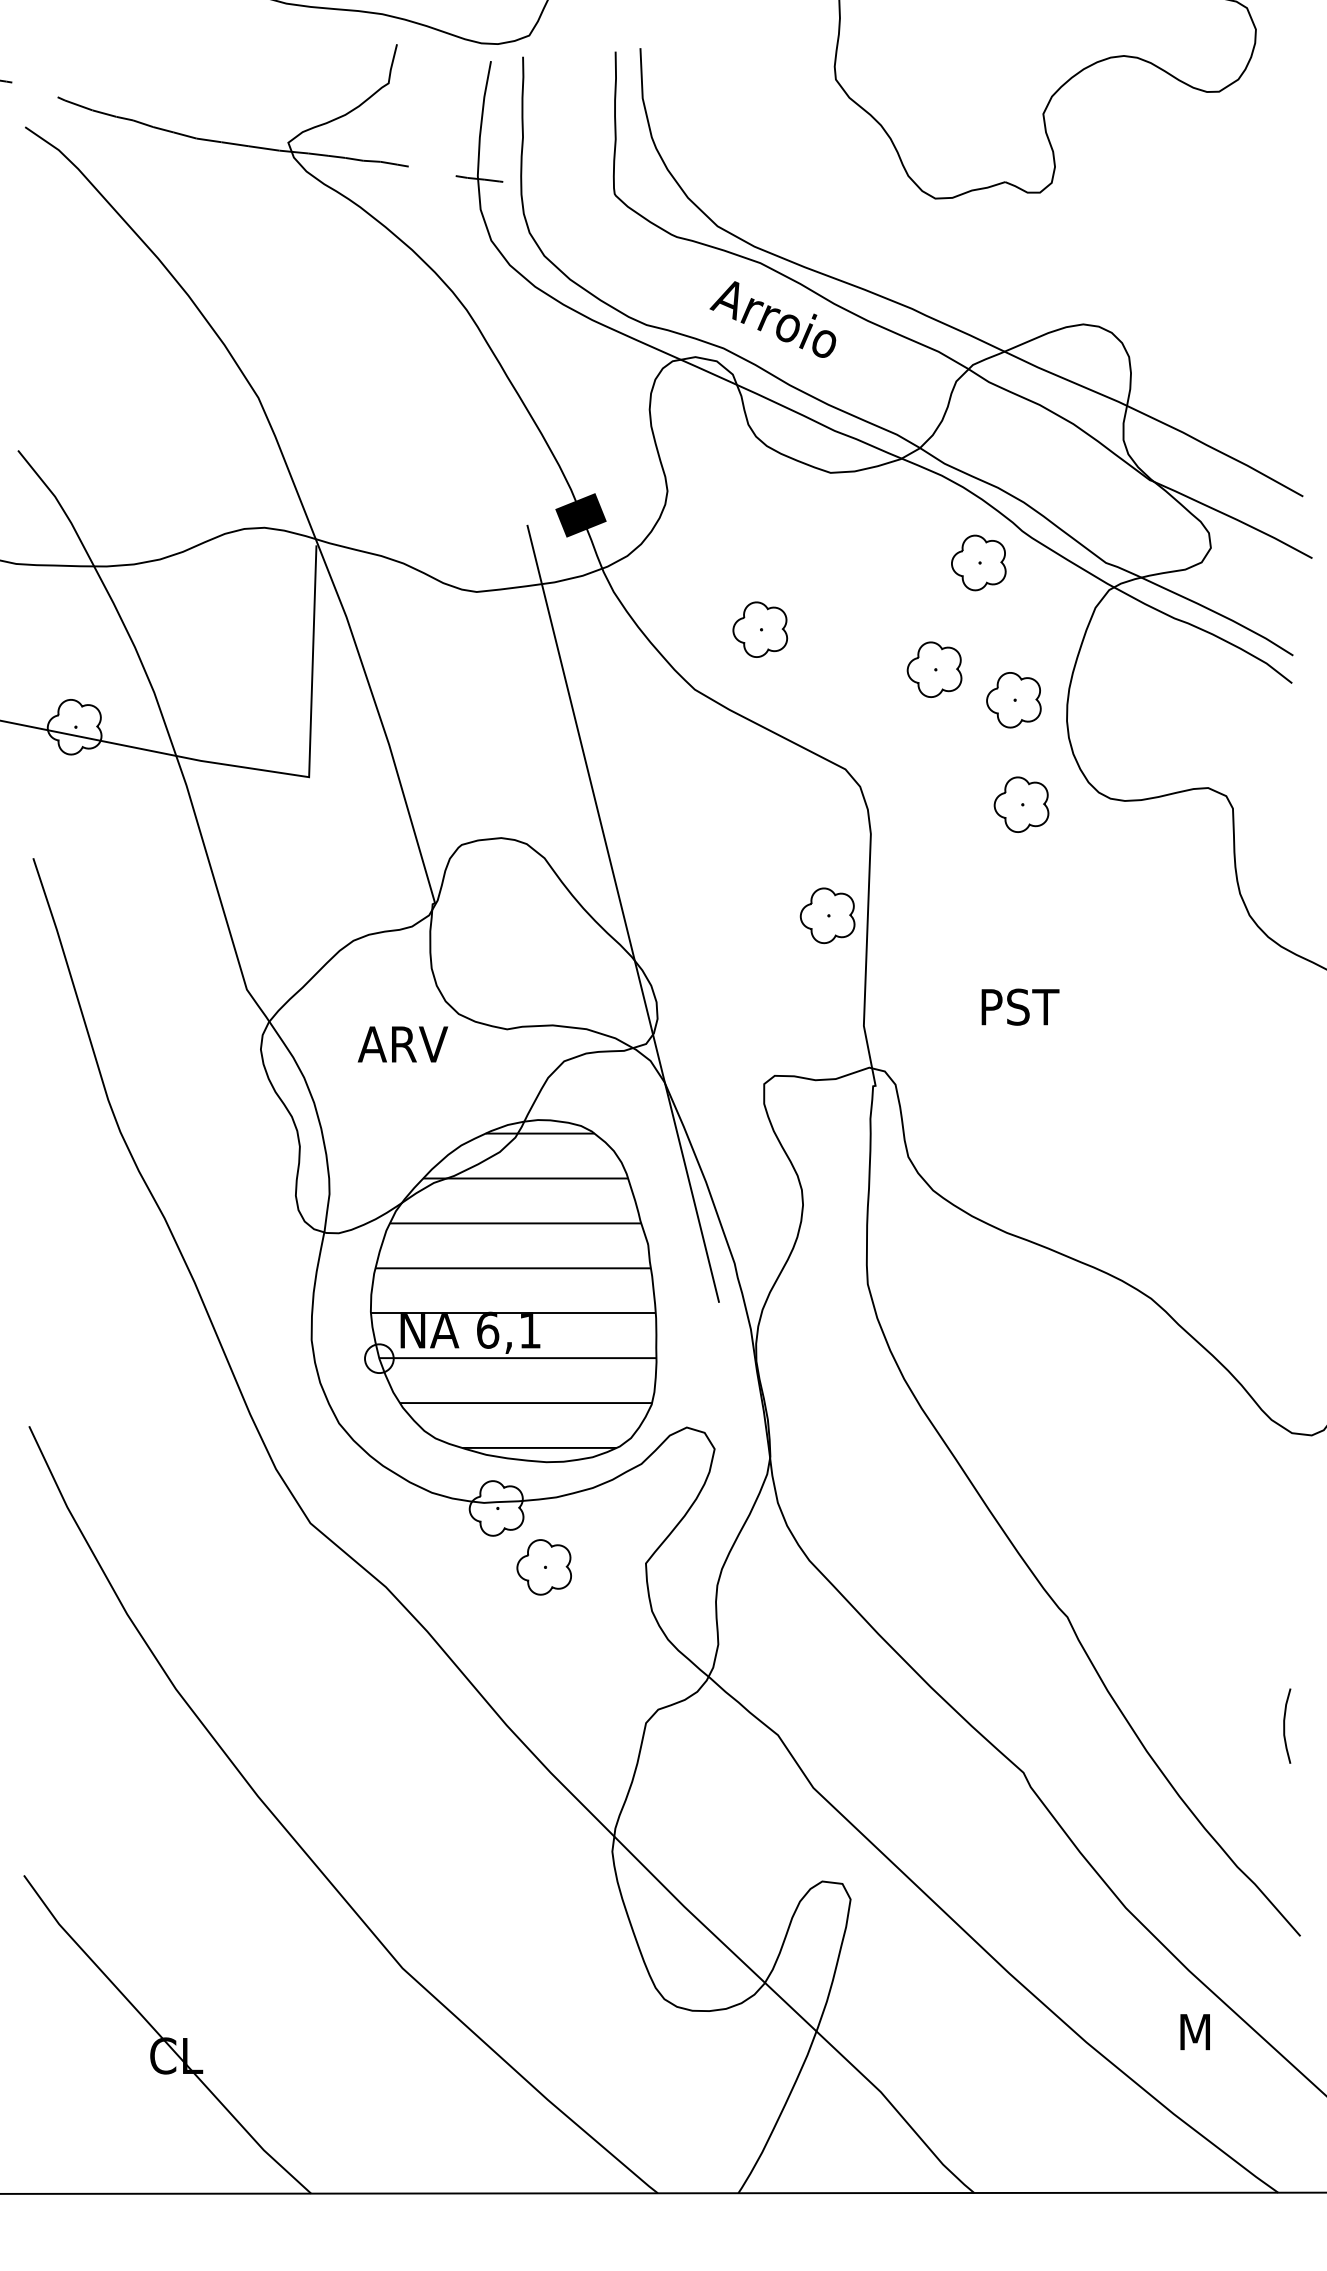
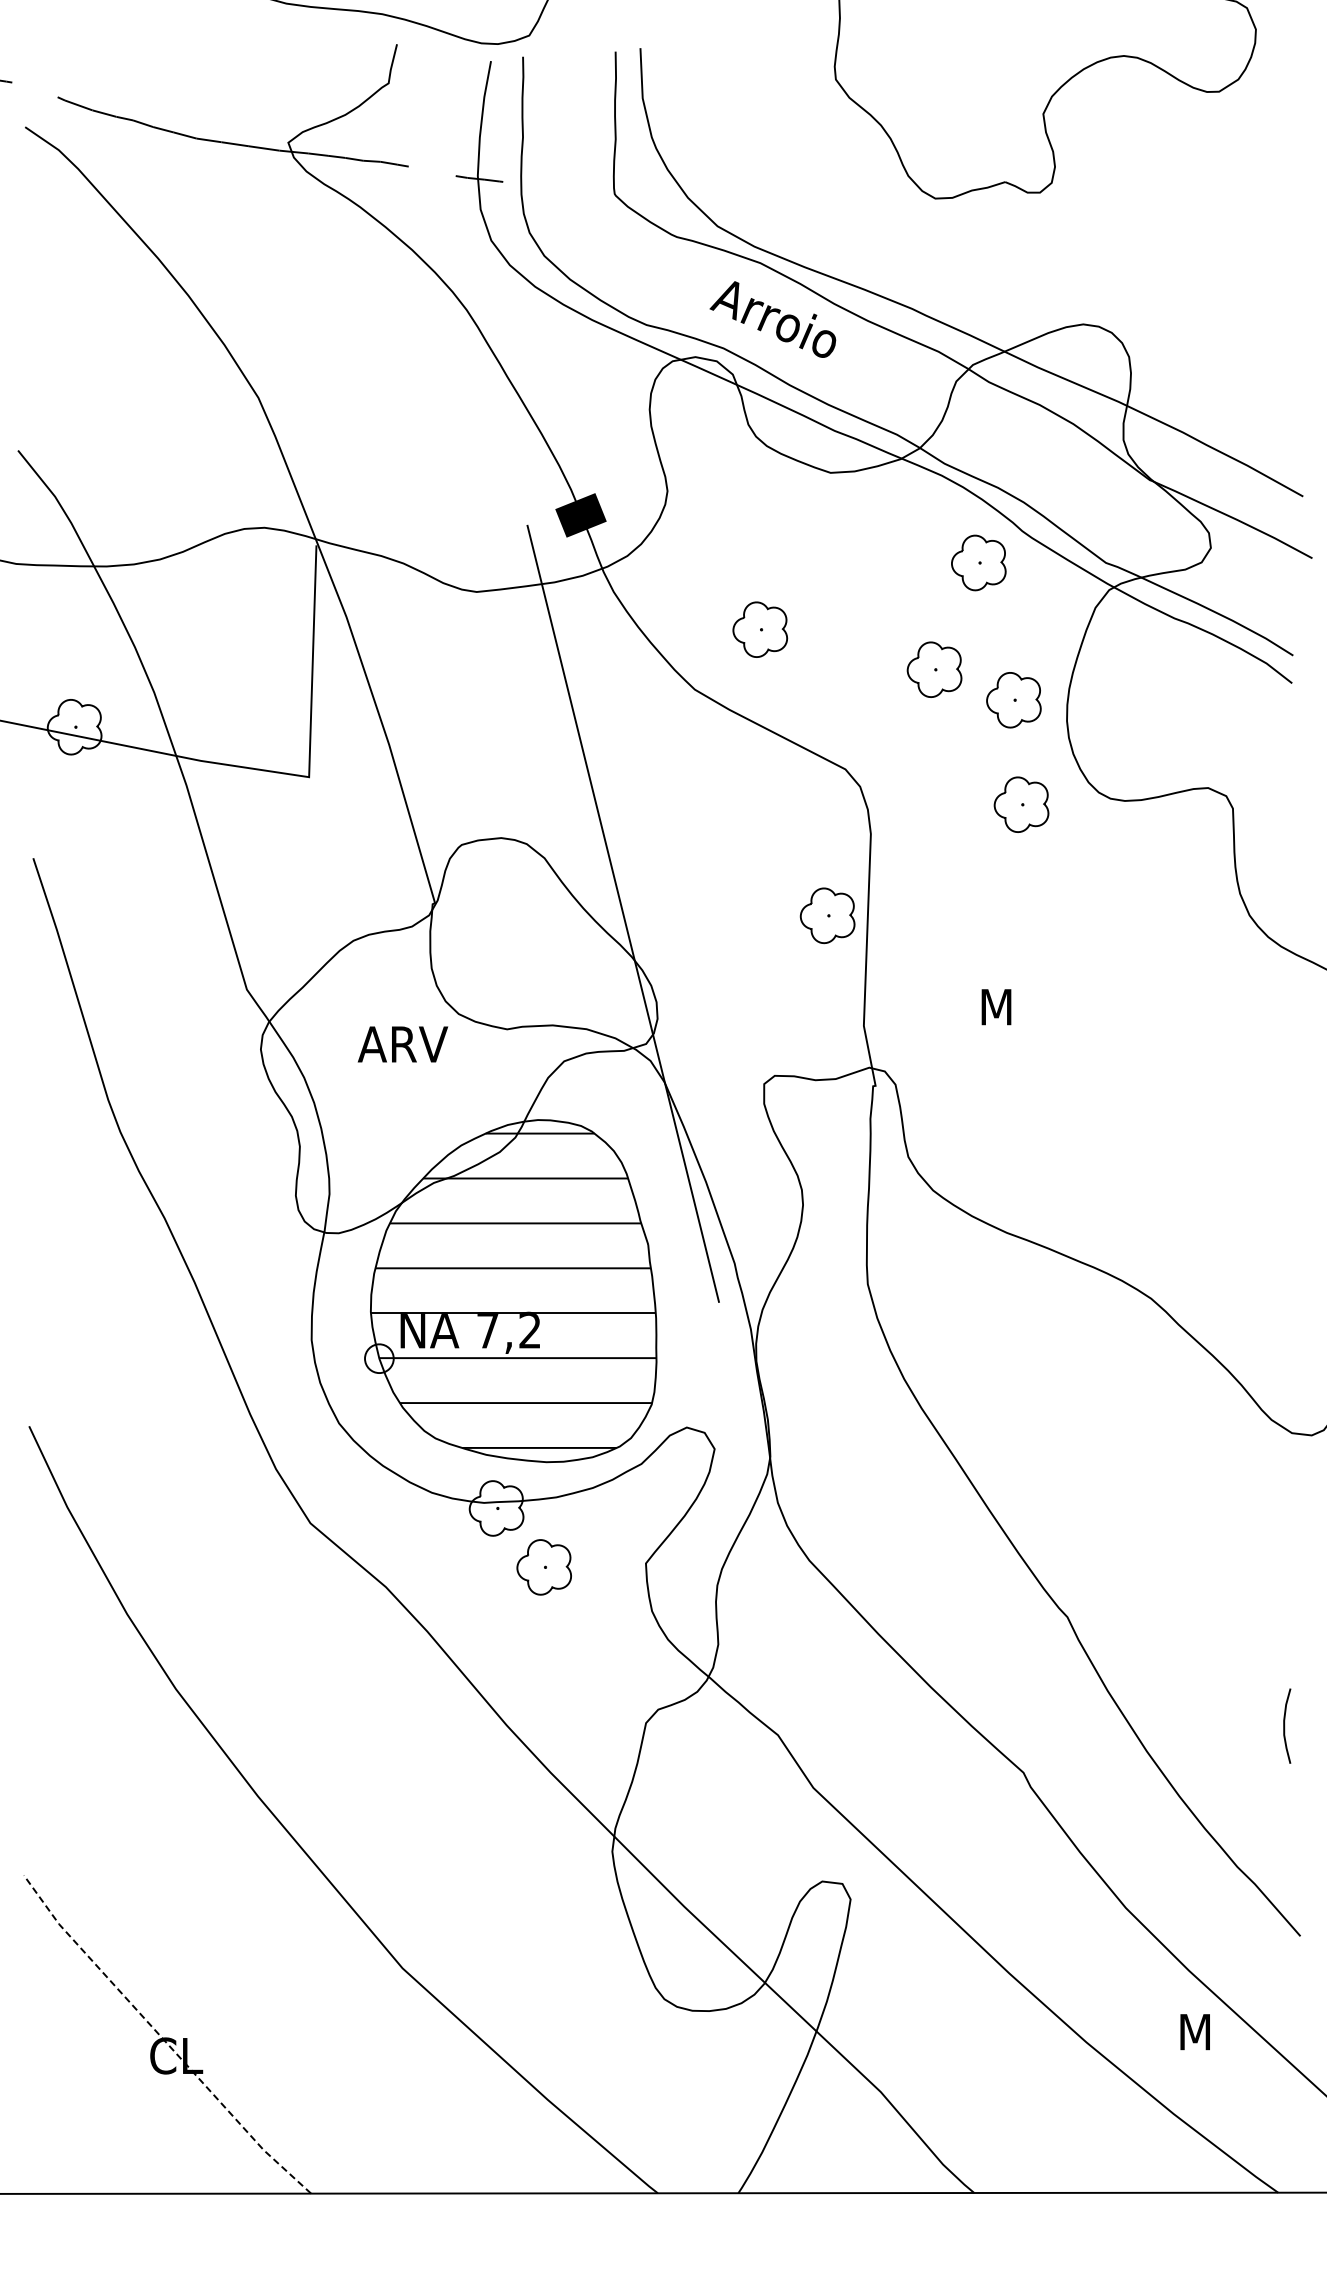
text at (1022, 1006): PST -> M
text at (508, 1329): 6,1 -> 7,2
line at (162, 2038): solid -> dashed
